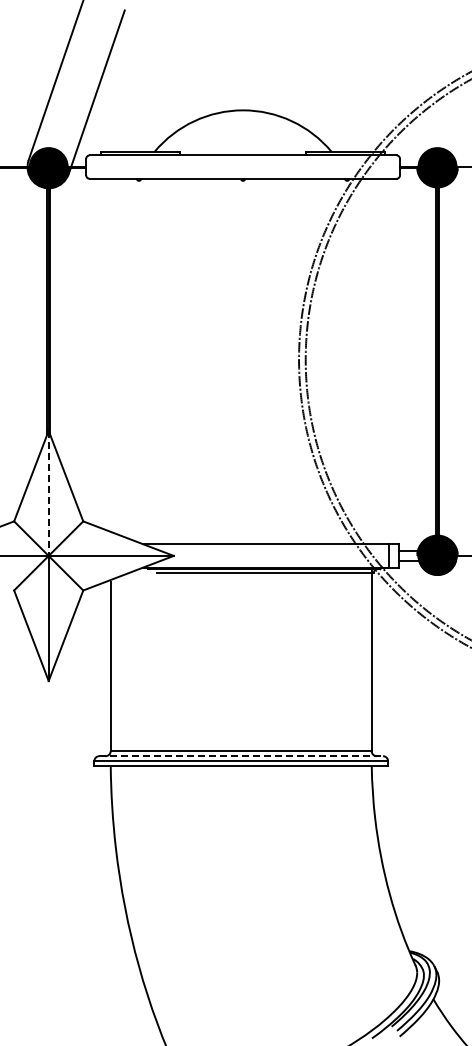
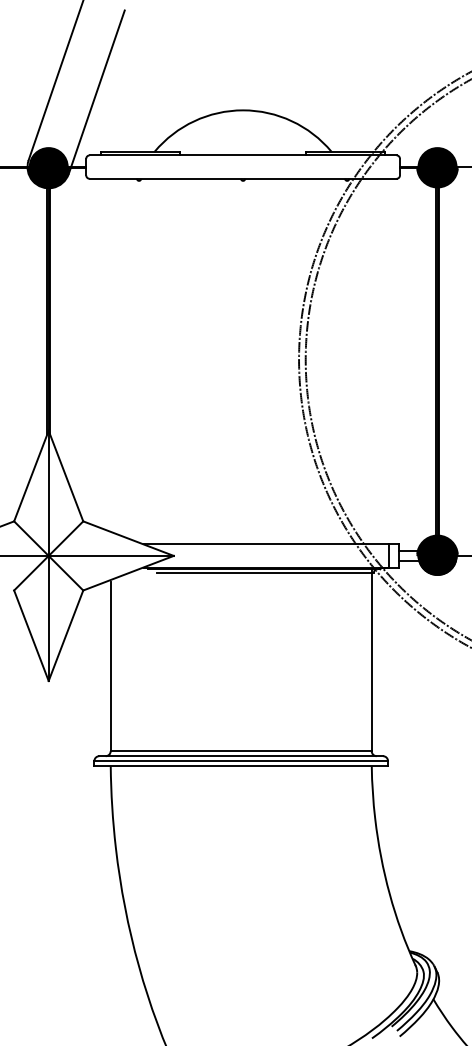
line at (48, 493): dashed -> solid
line at (241, 756): dashed -> solid
